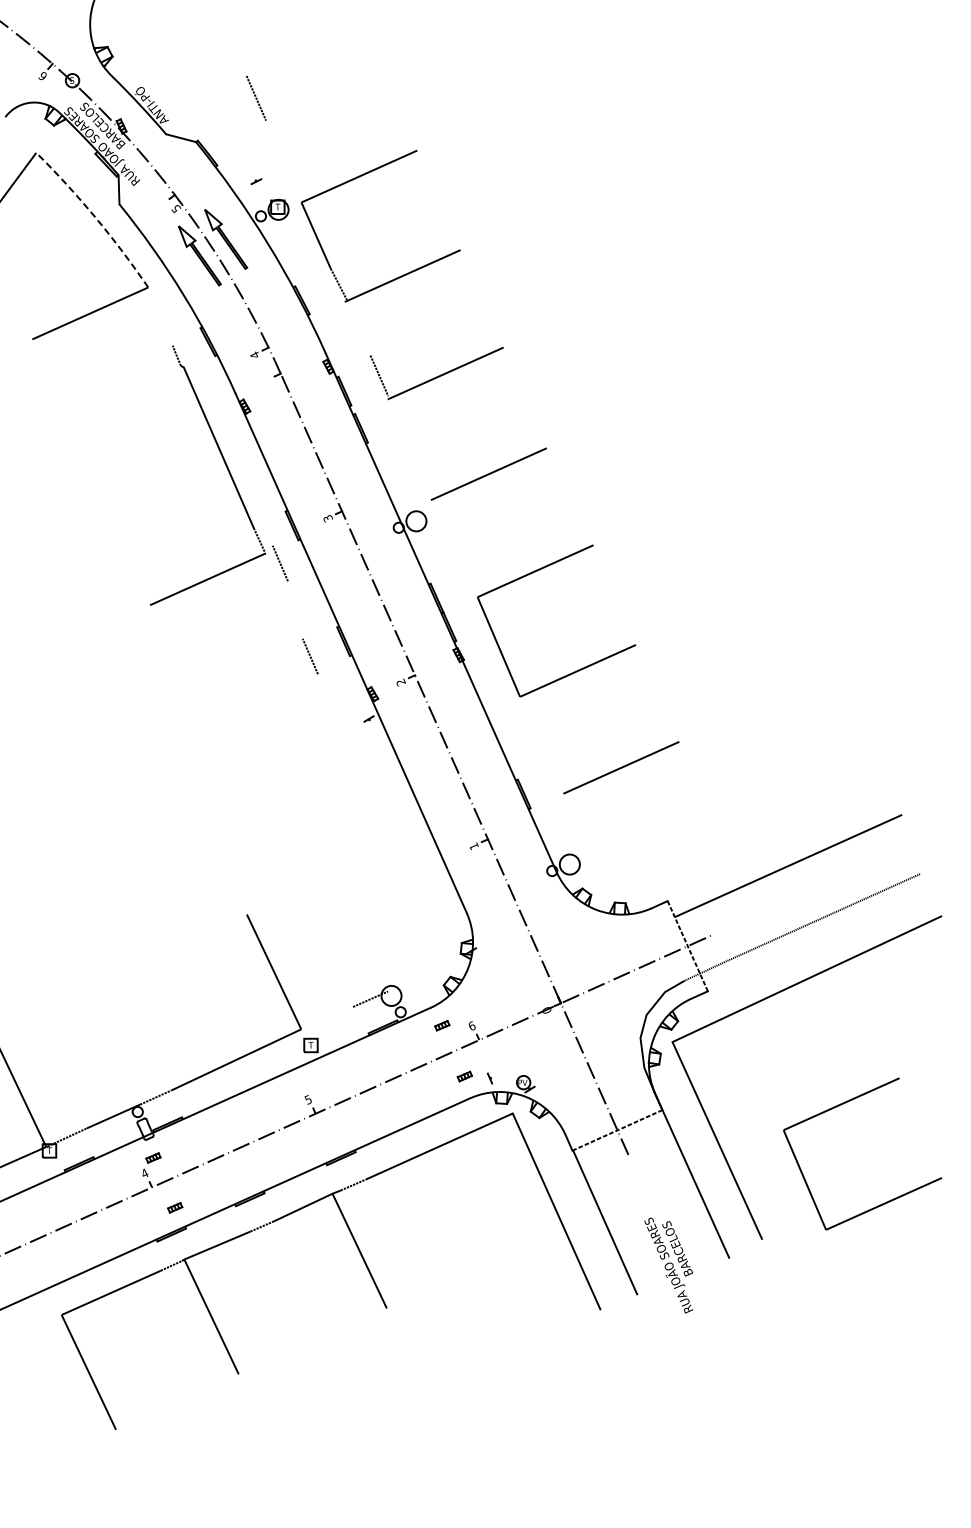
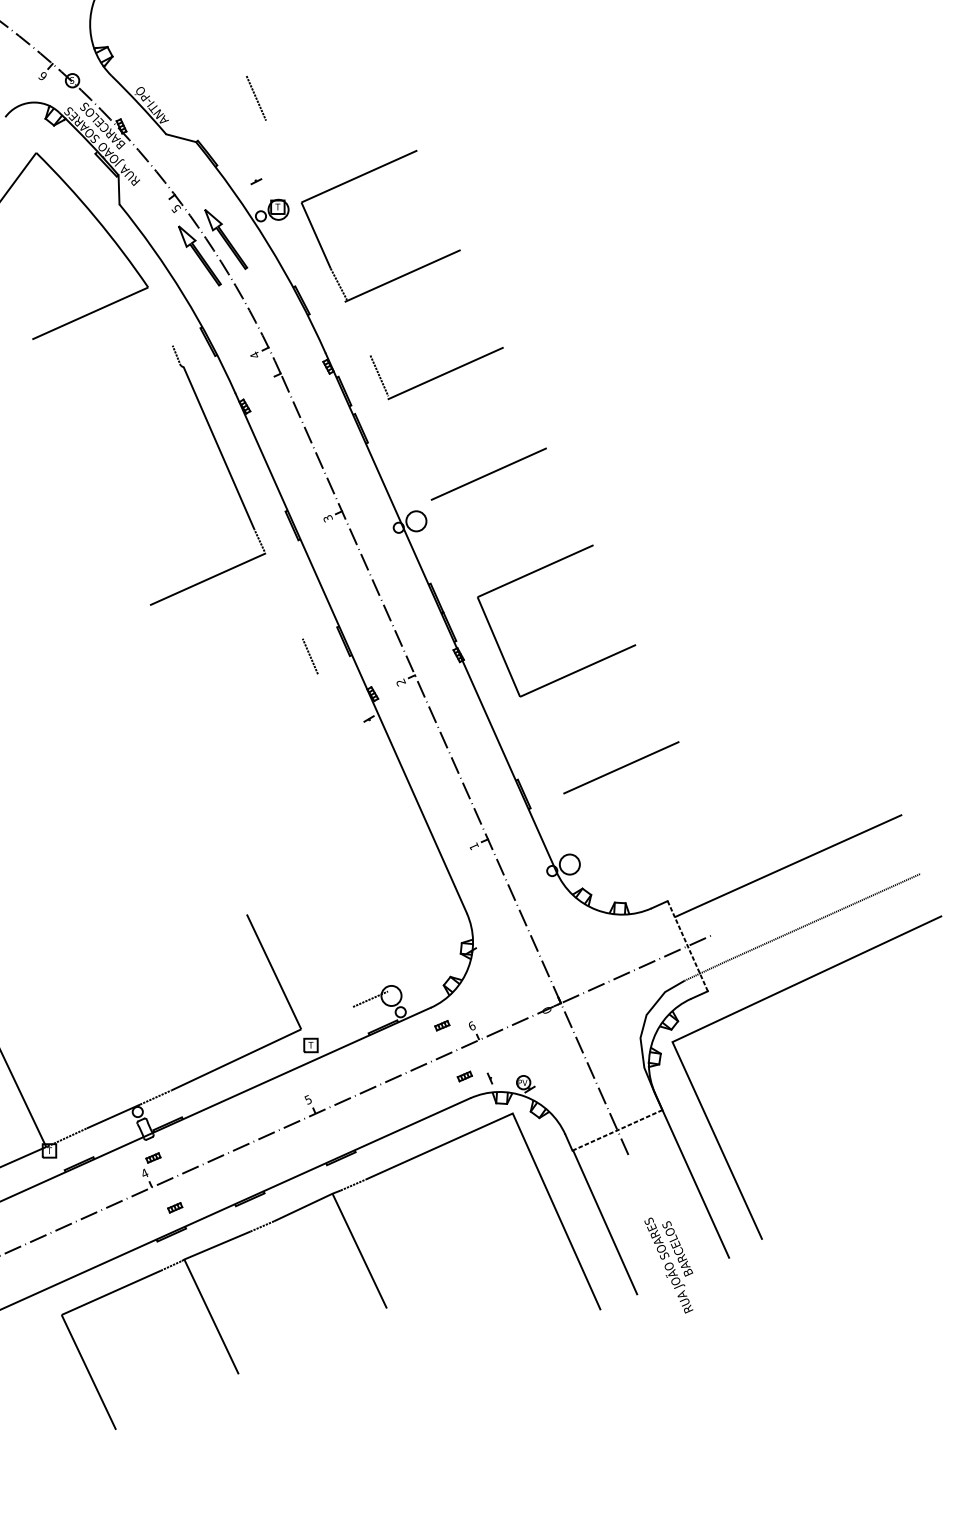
arc at (95, 217): dashed -> solid
line at (280, 563): present -> none
part at (839, 1106): present -> none
